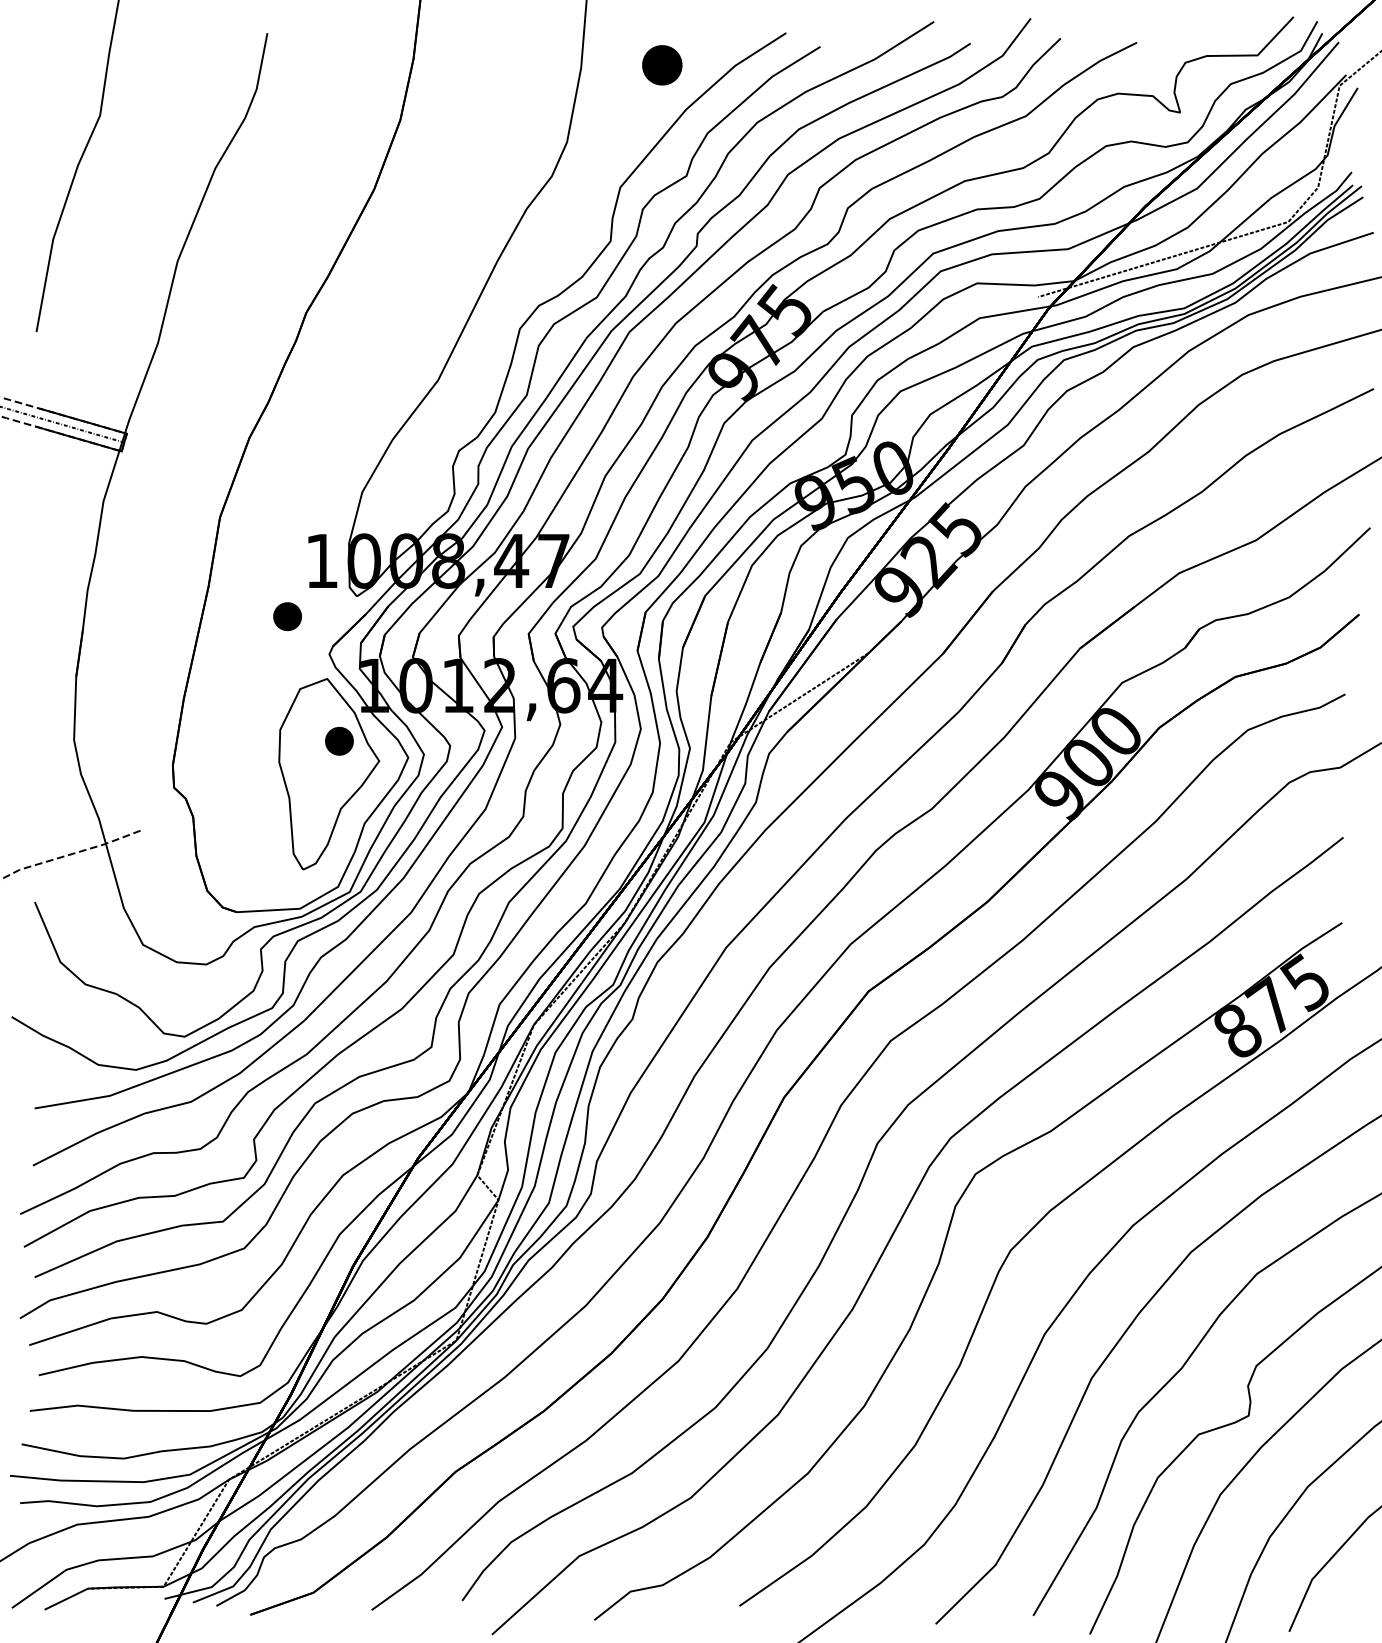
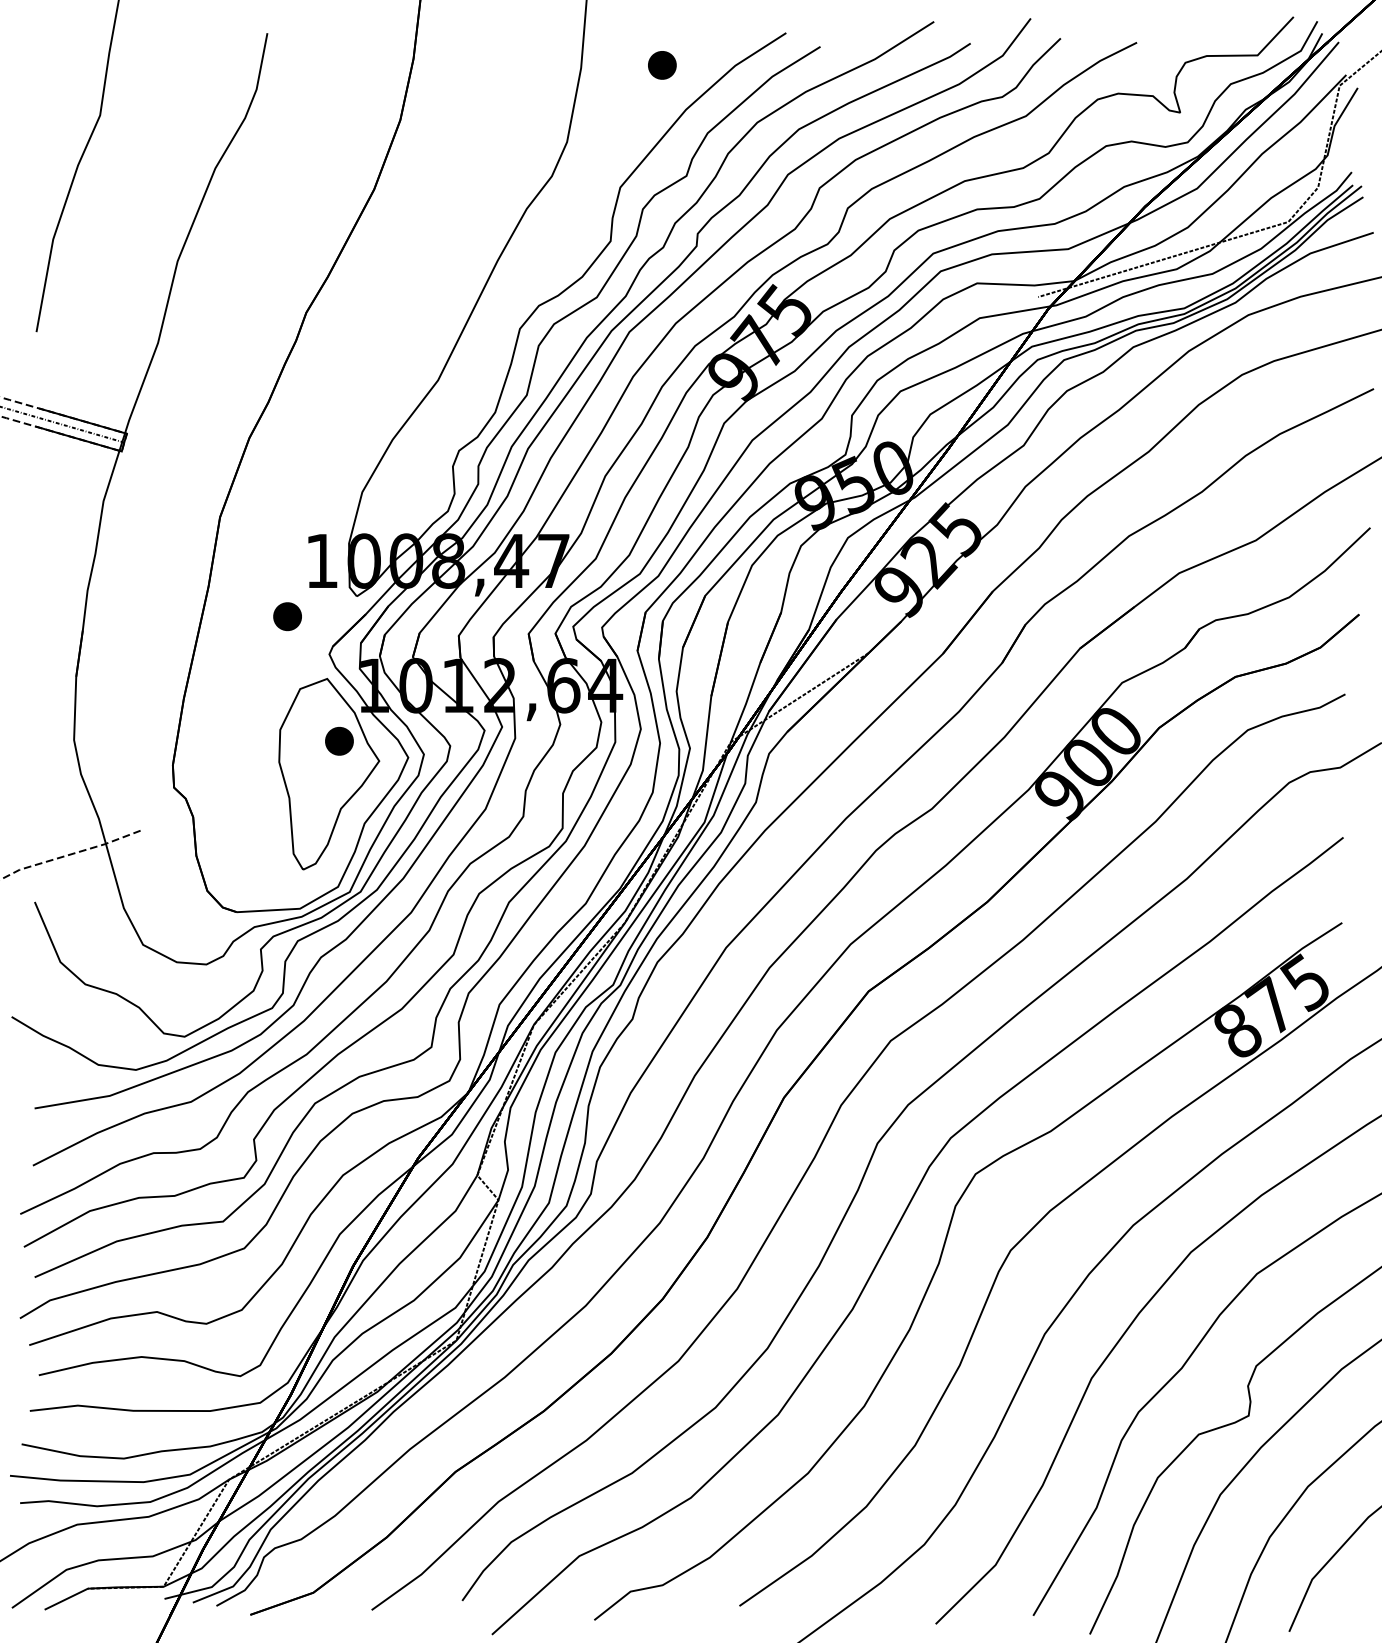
part at (662, 65) size: 41x41 px -> 29x29 px
